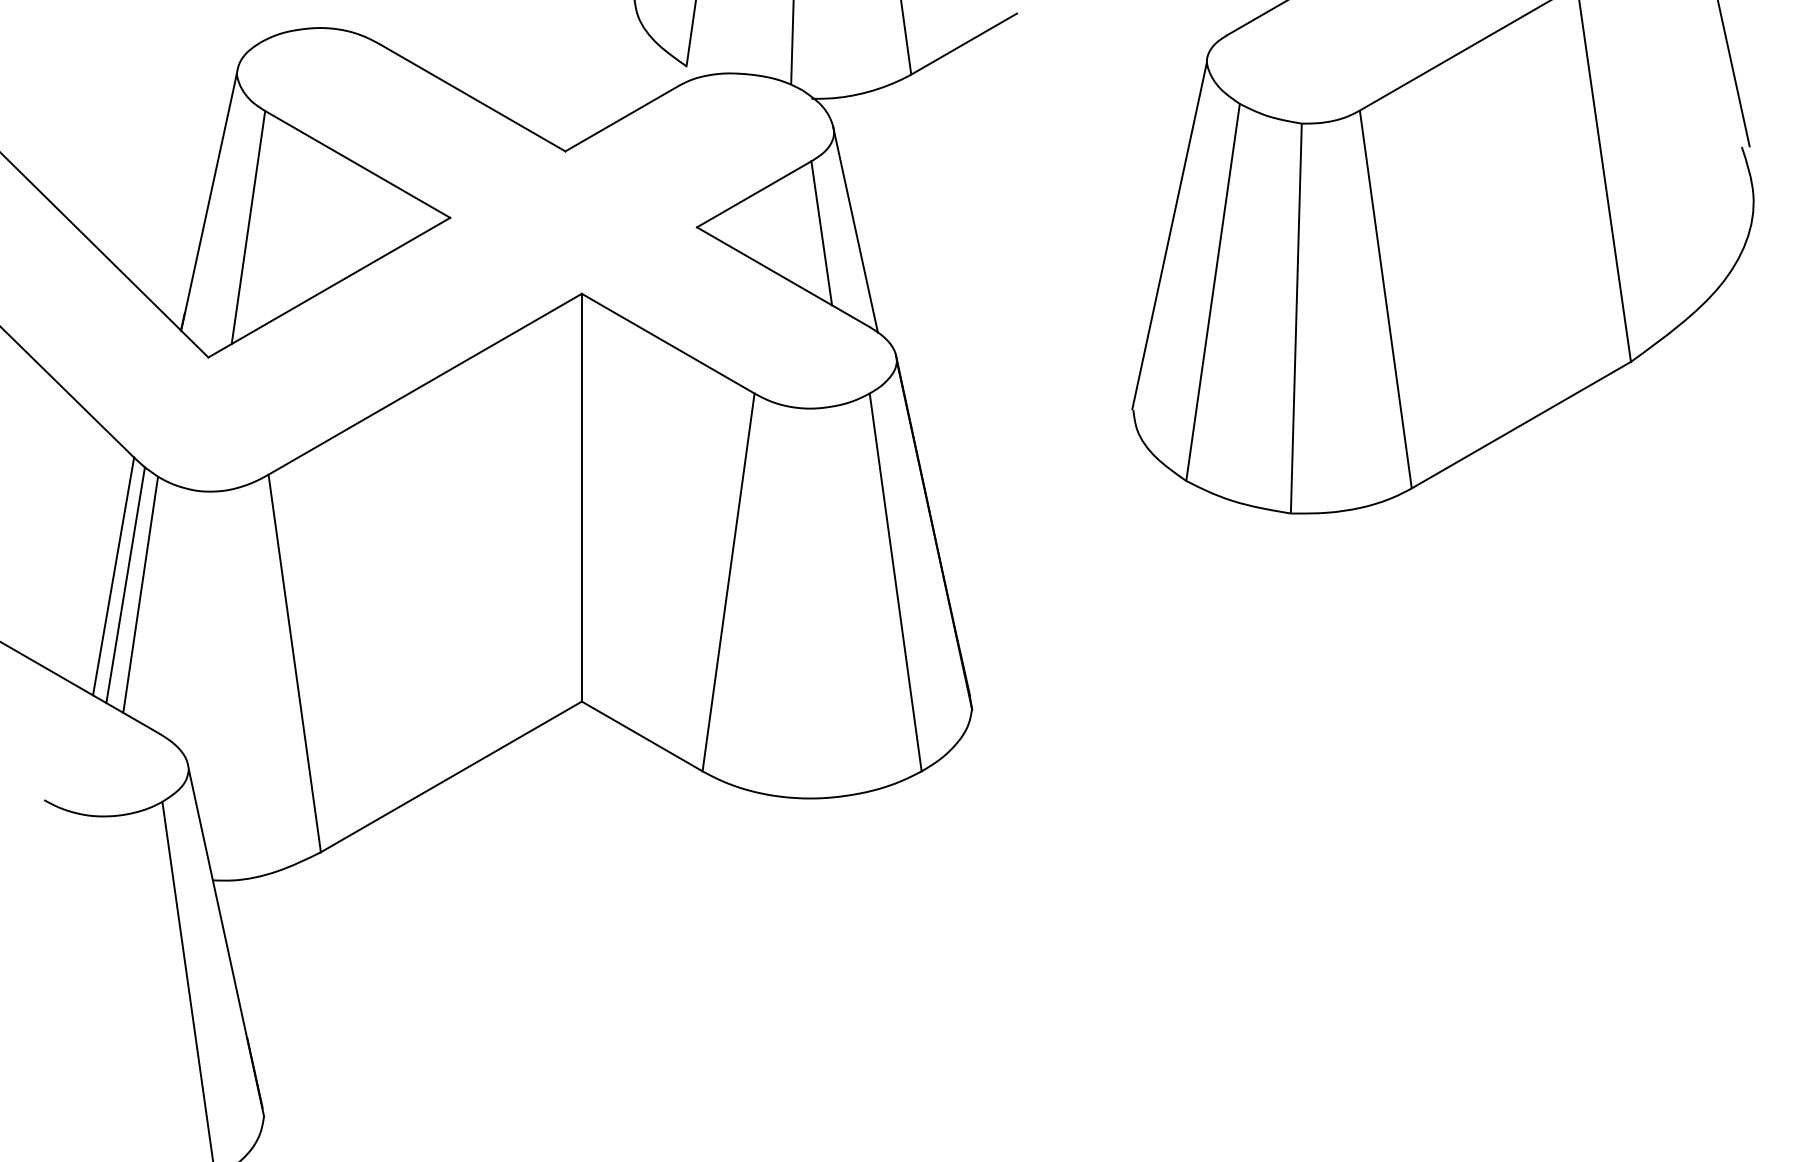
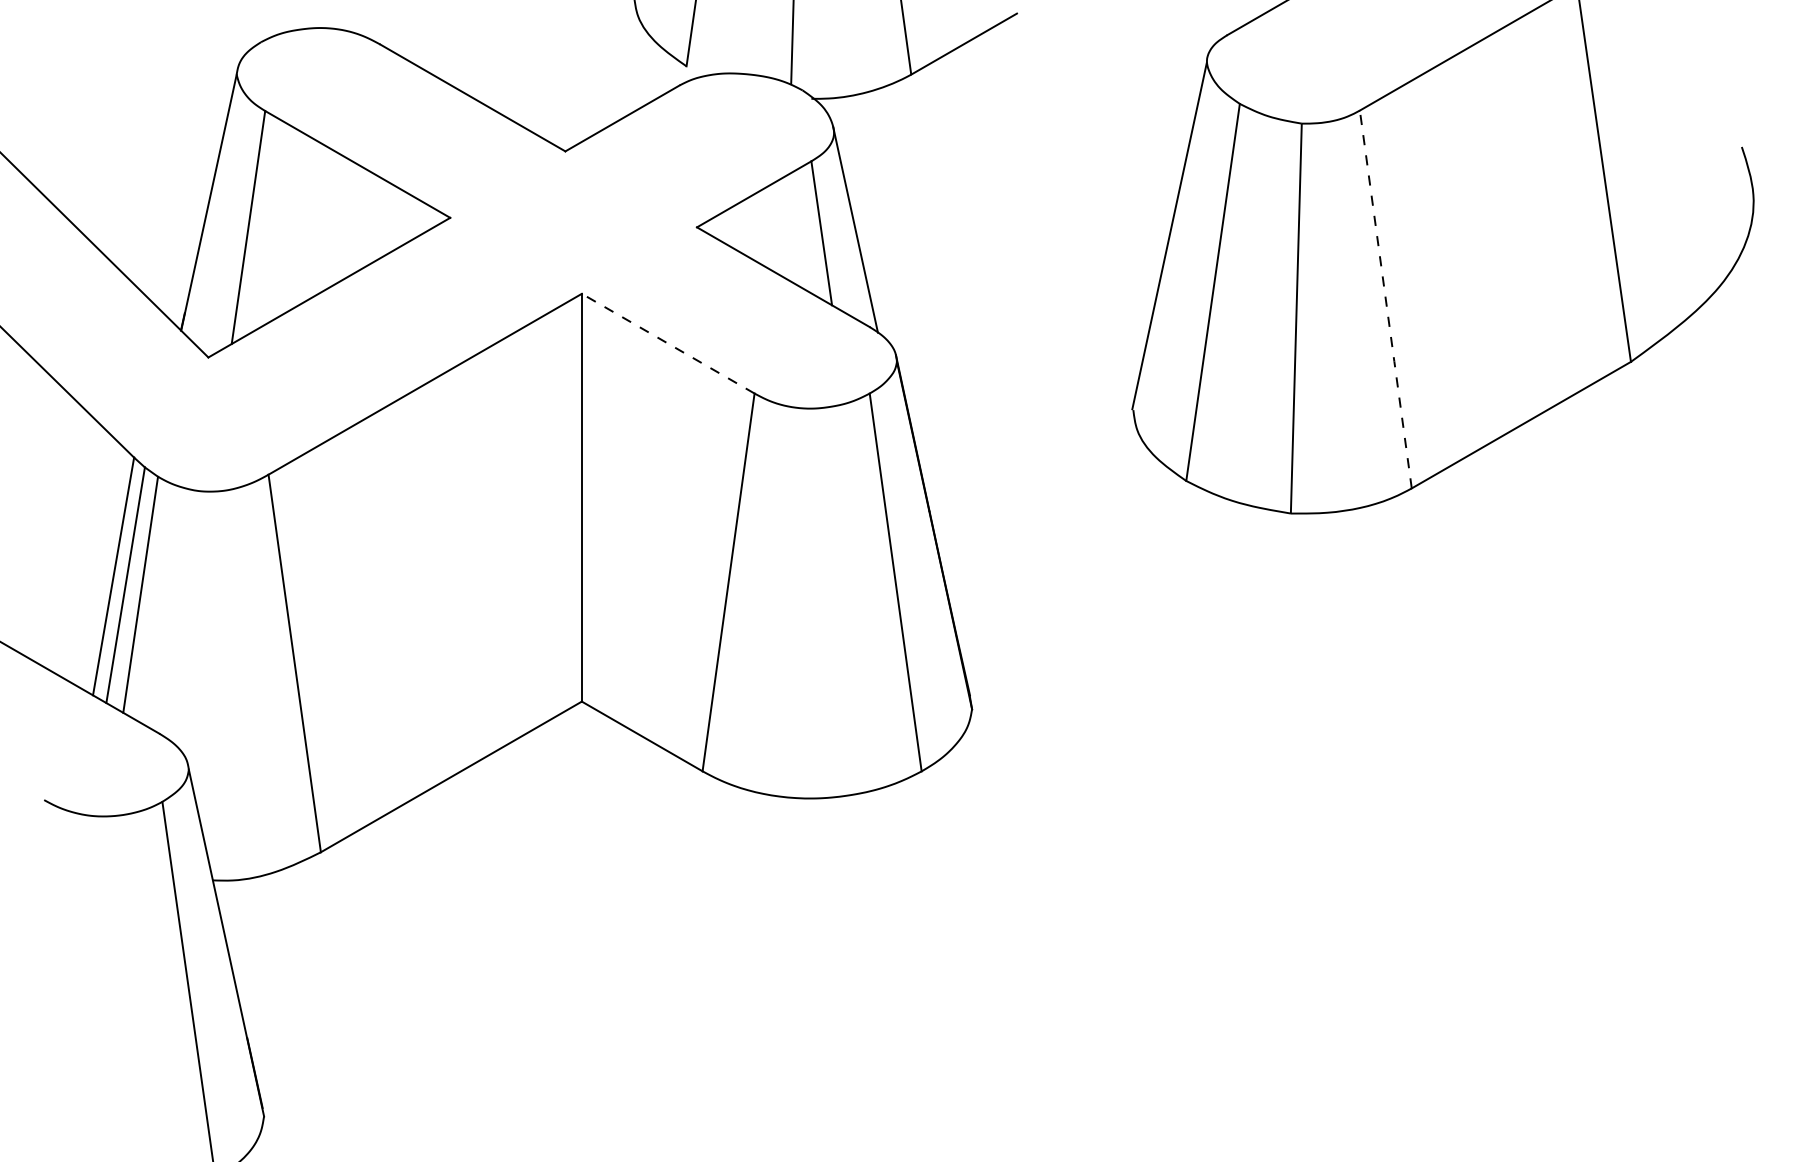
line at (1733, 74): present -> none
line at (1385, 299): solid -> dashed
line at (668, 343): solid -> dashed
